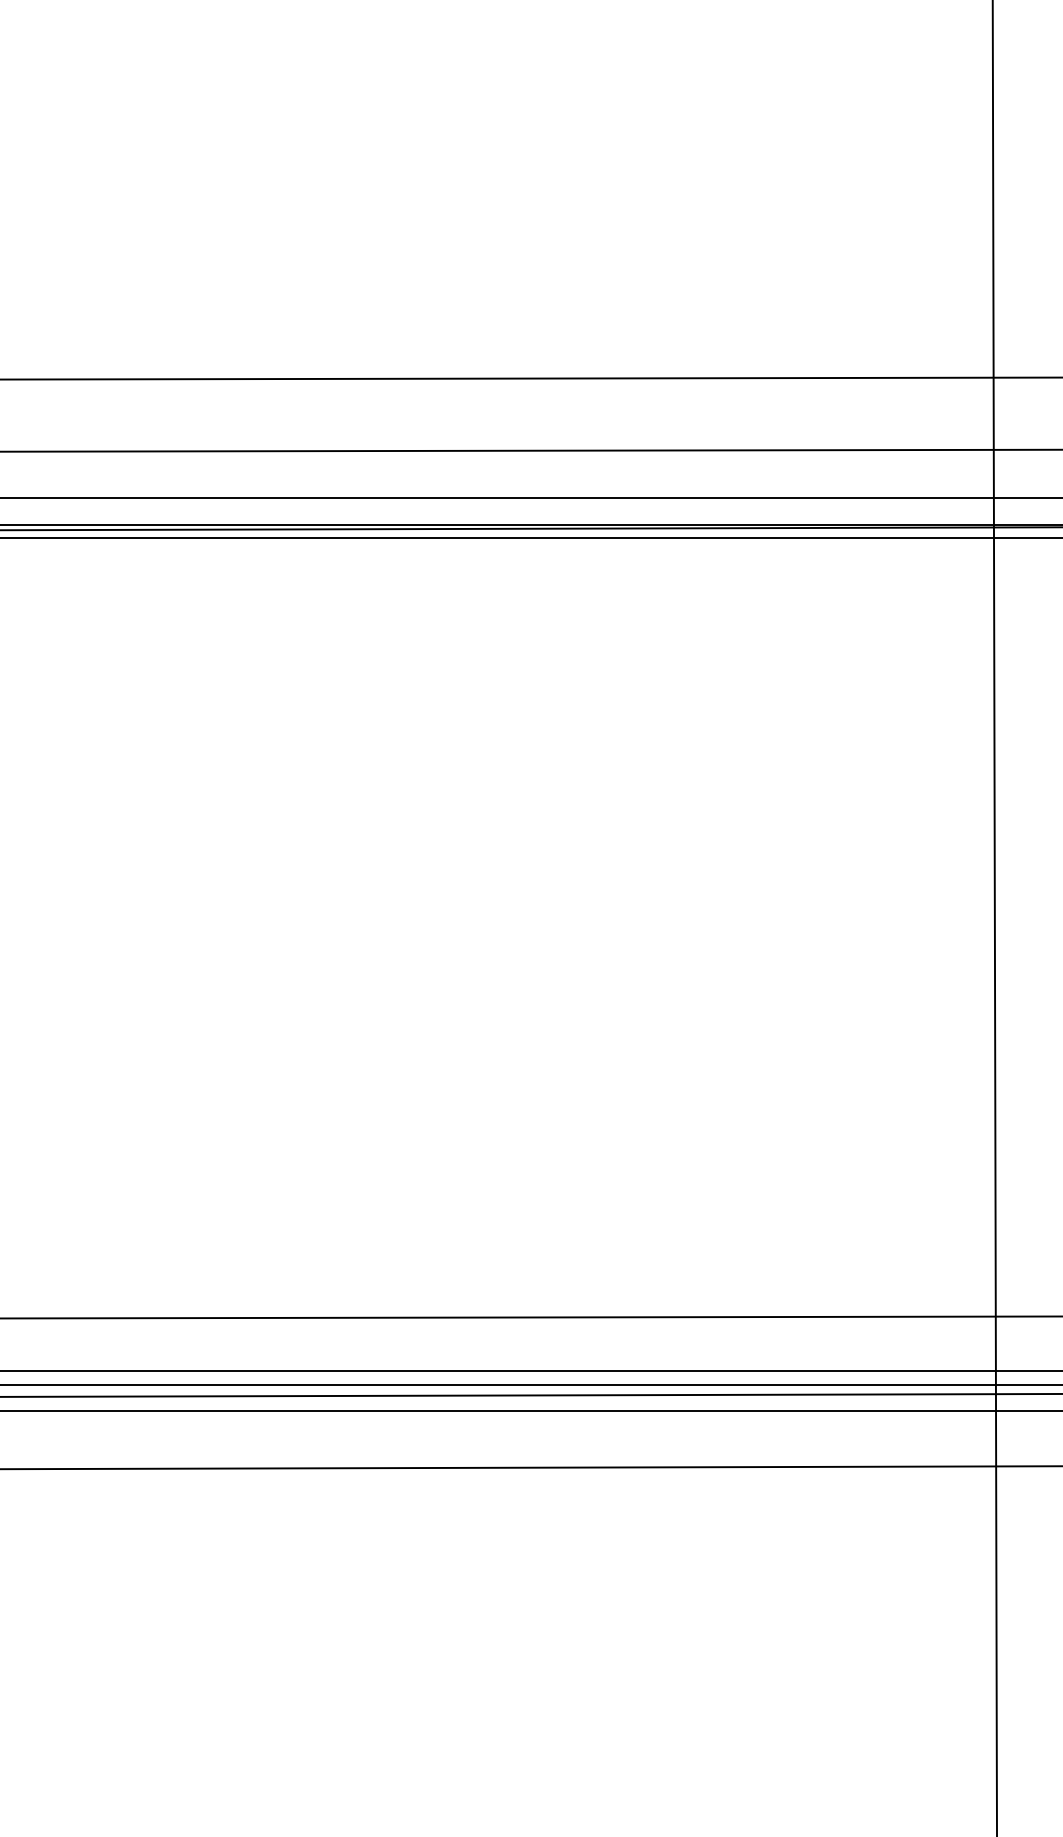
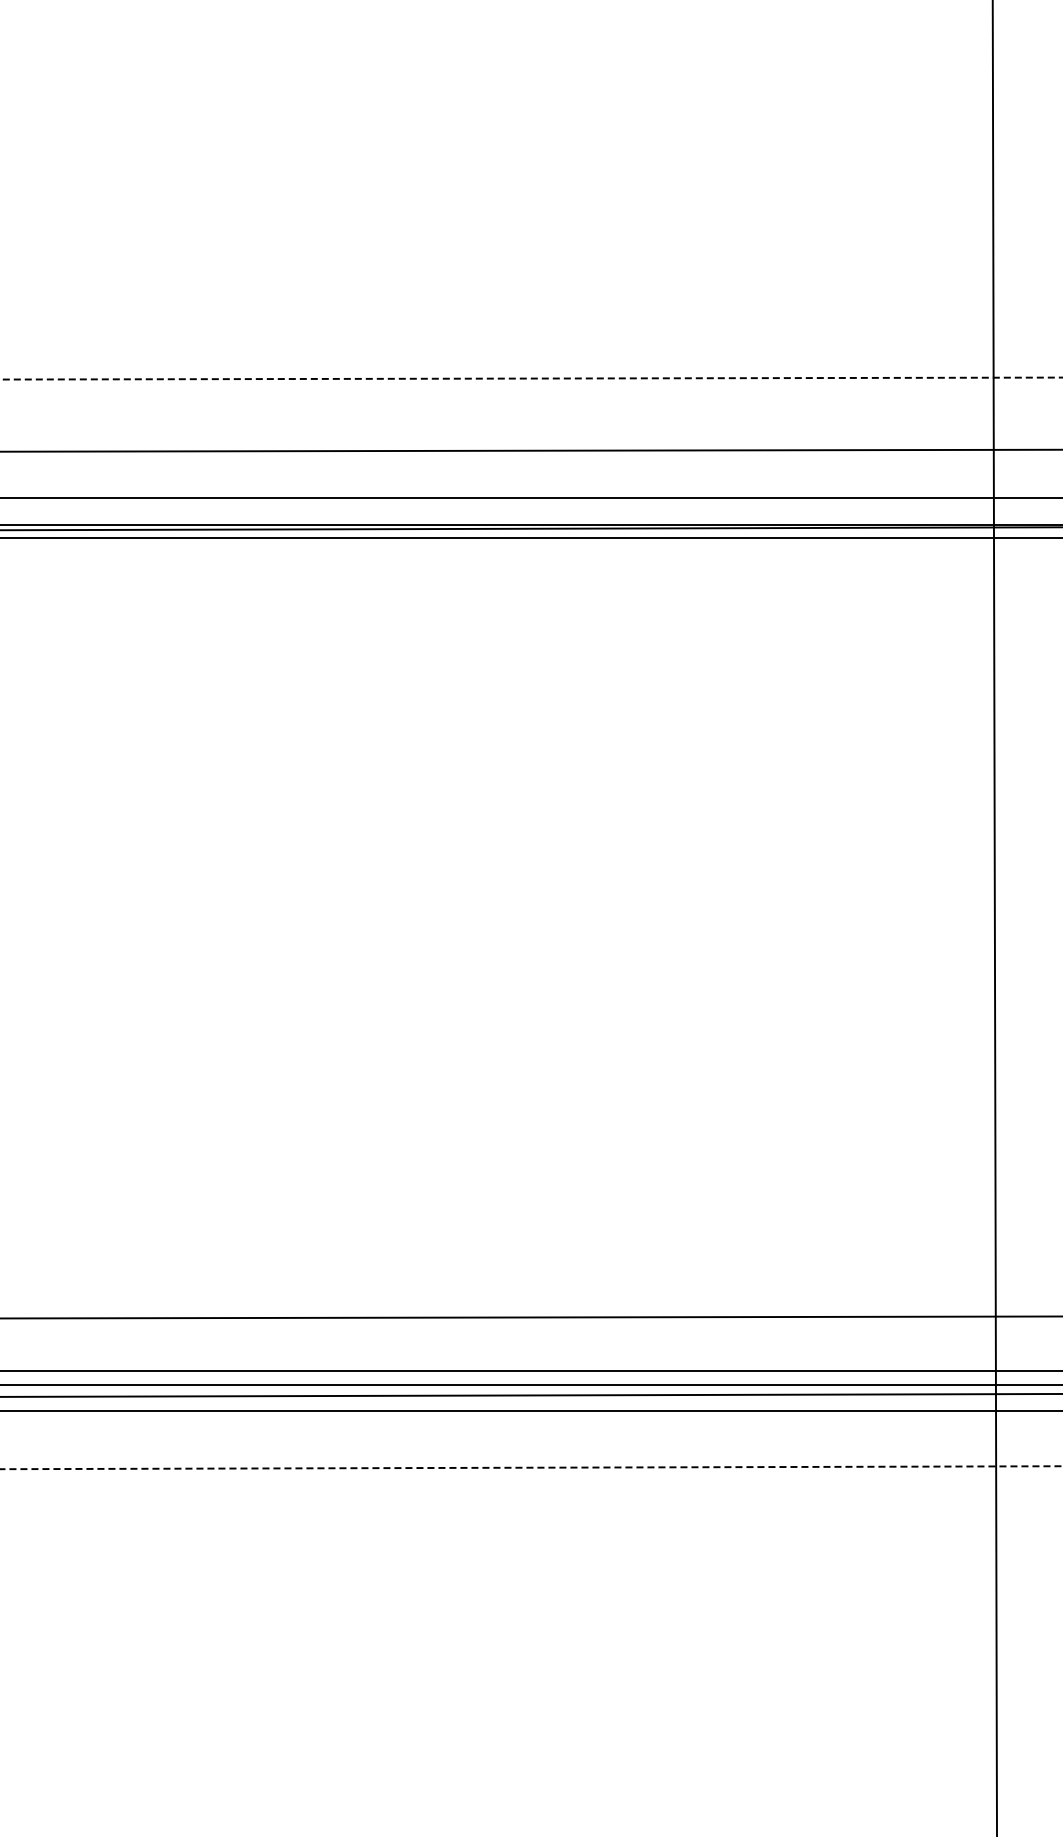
line at (531, 378): solid -> dashed
line at (531, 1467): solid -> dashed
